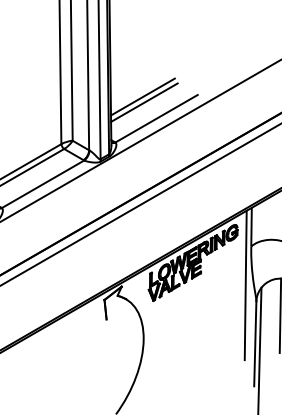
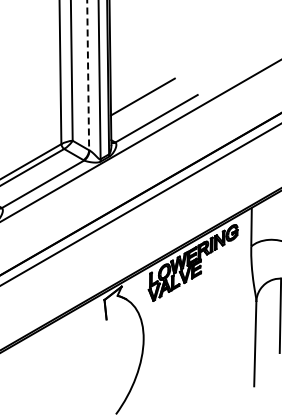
line at (88, 75): solid -> dashed
line at (144, 102): present -> none
line at (245, 285): present -> none
line at (259, 349): present -> none
